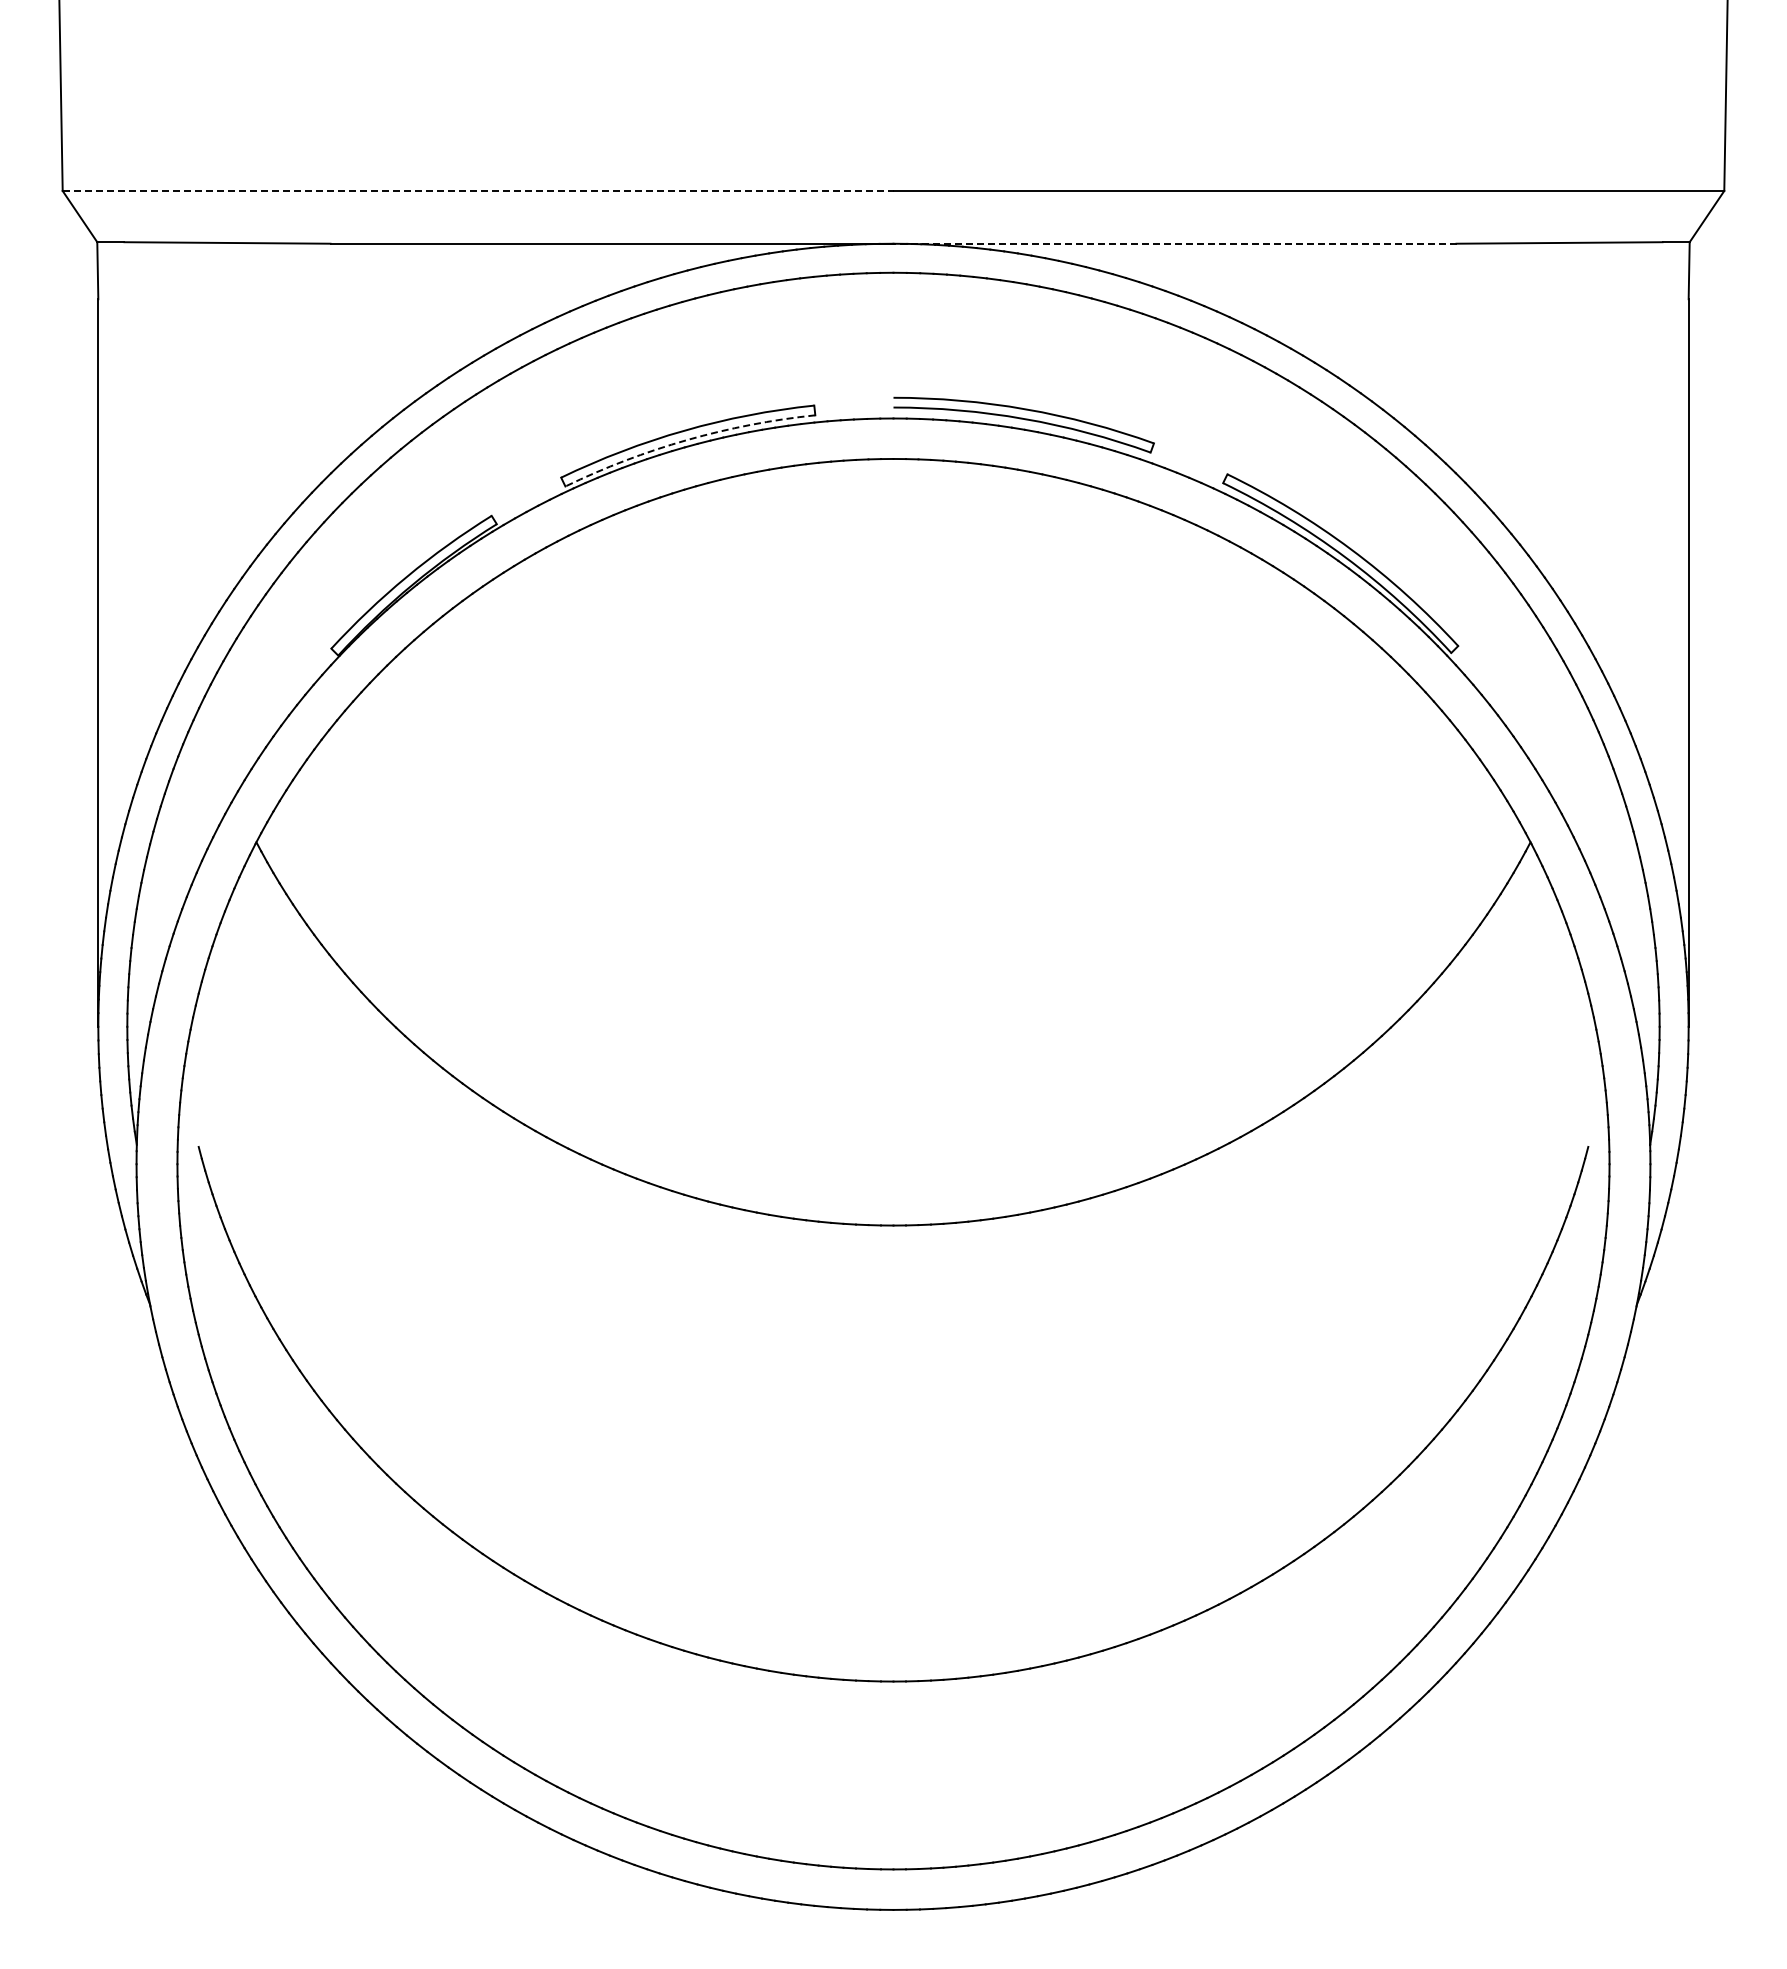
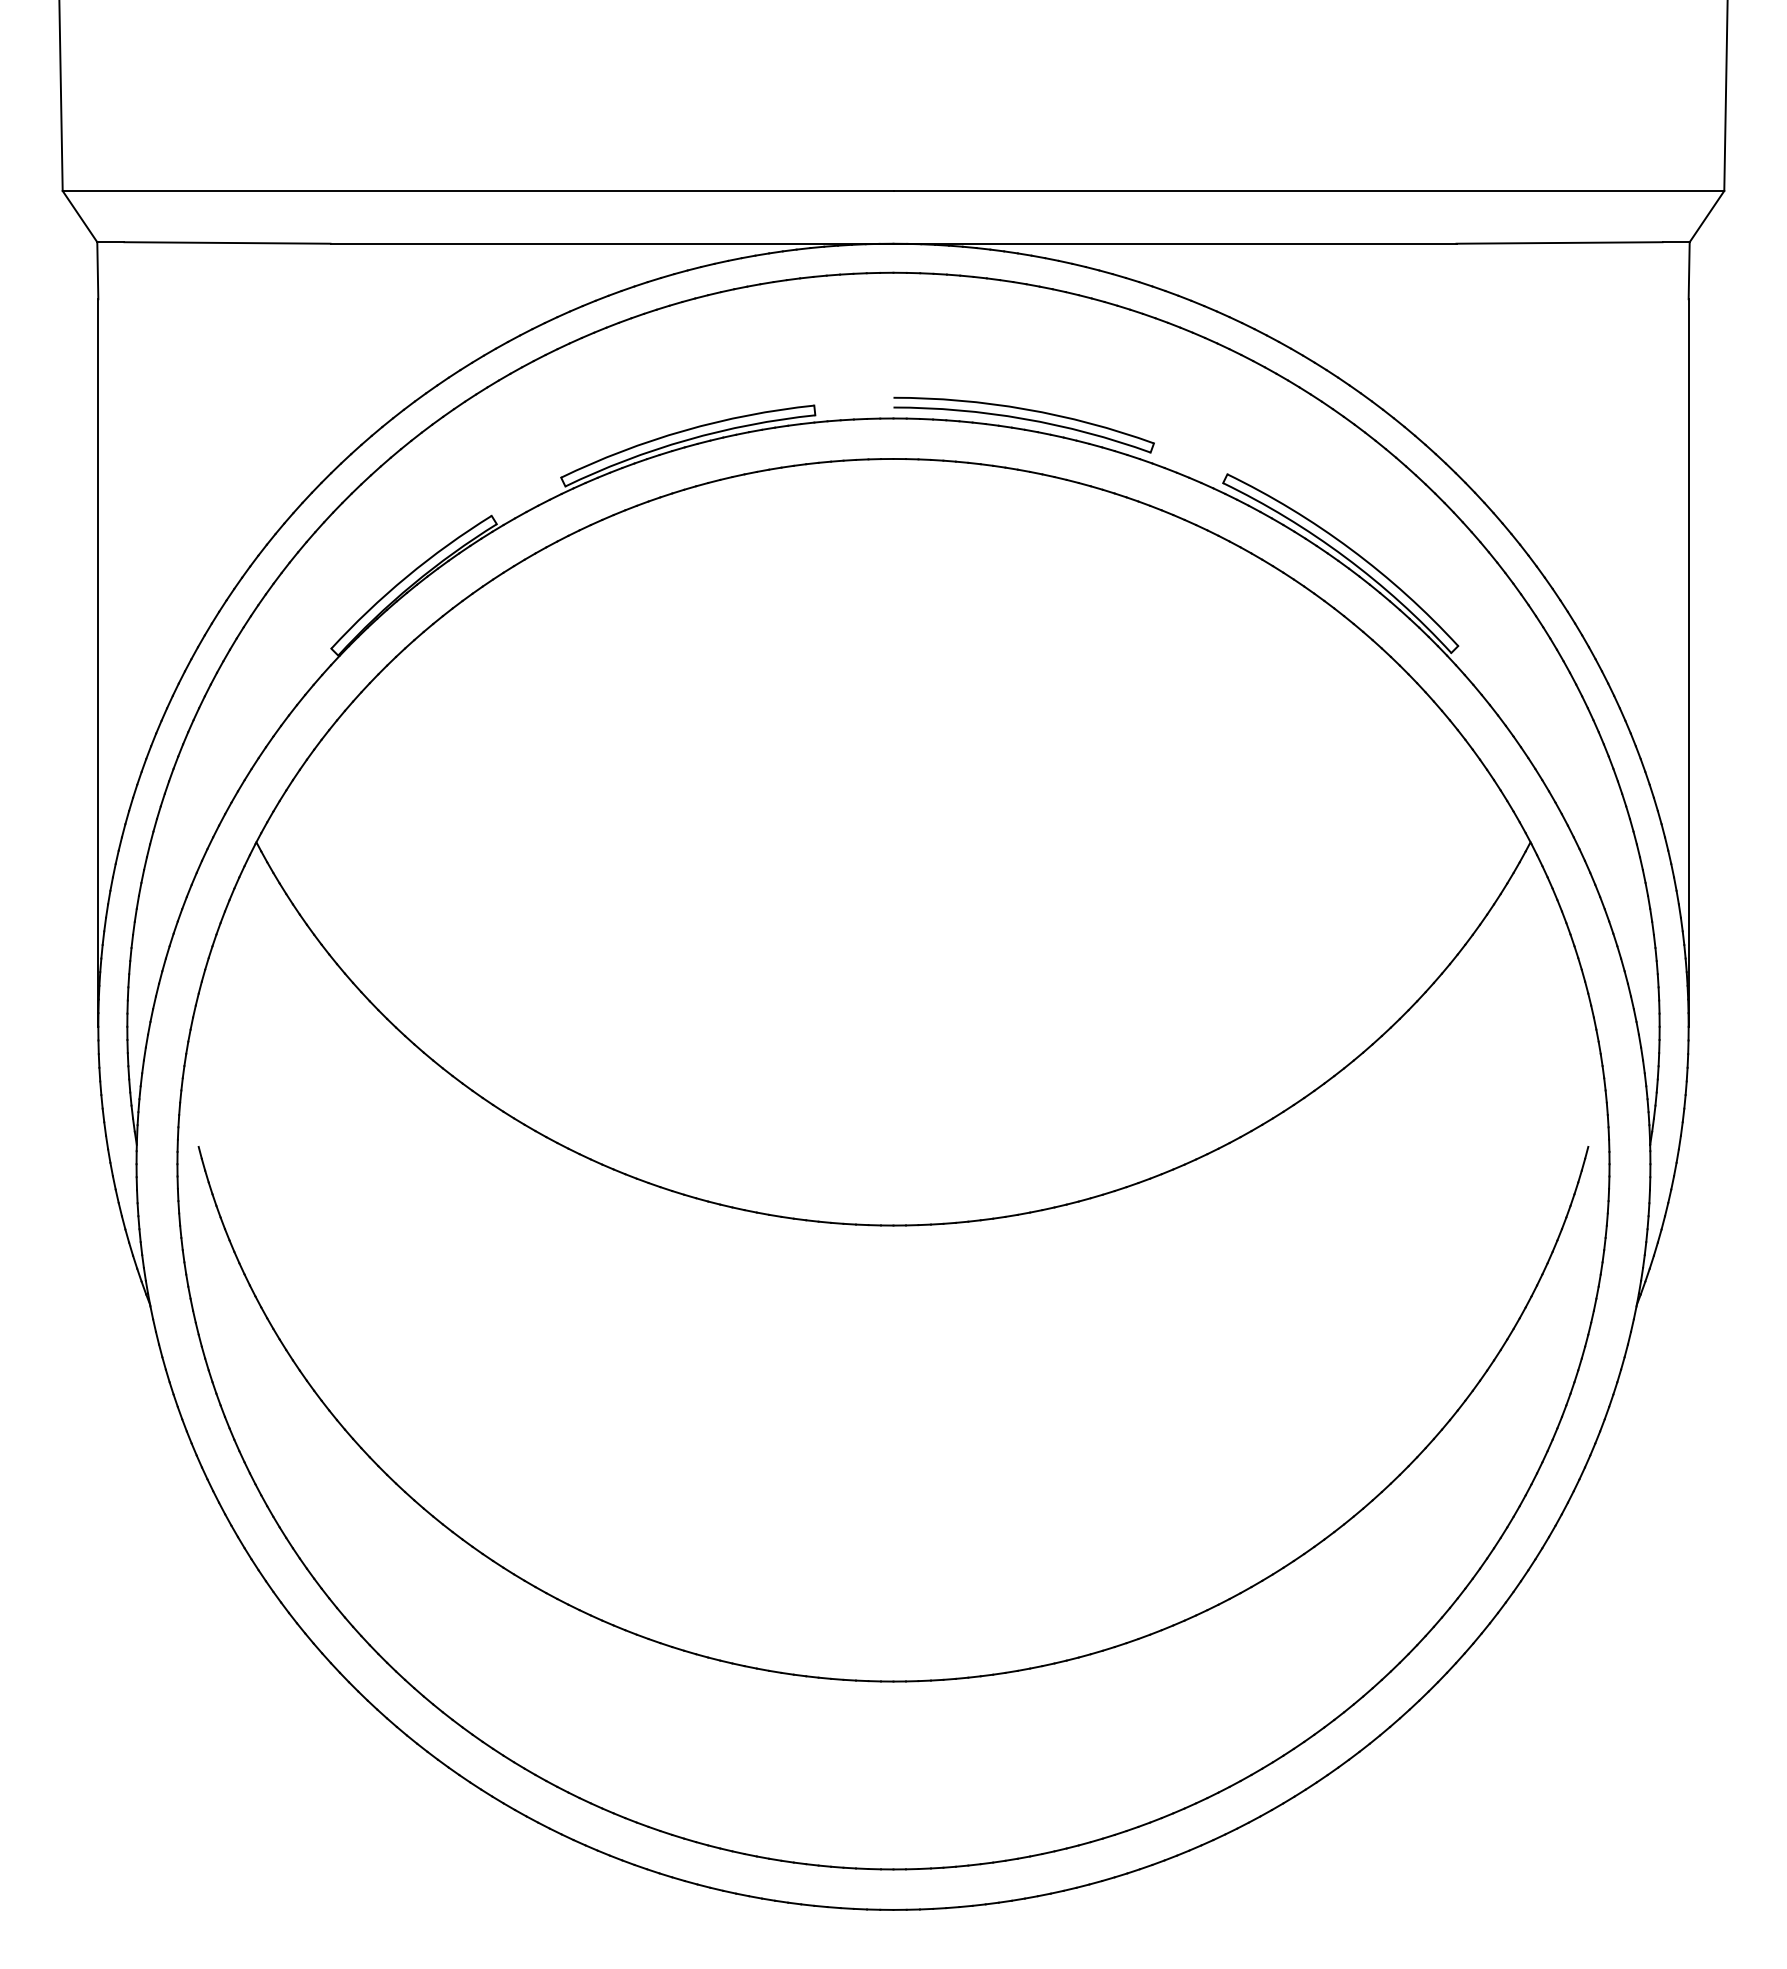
line at (478, 190): dashed -> solid
line at (1174, 243): dashed -> solid
arc at (687, 440): dashed -> solid
